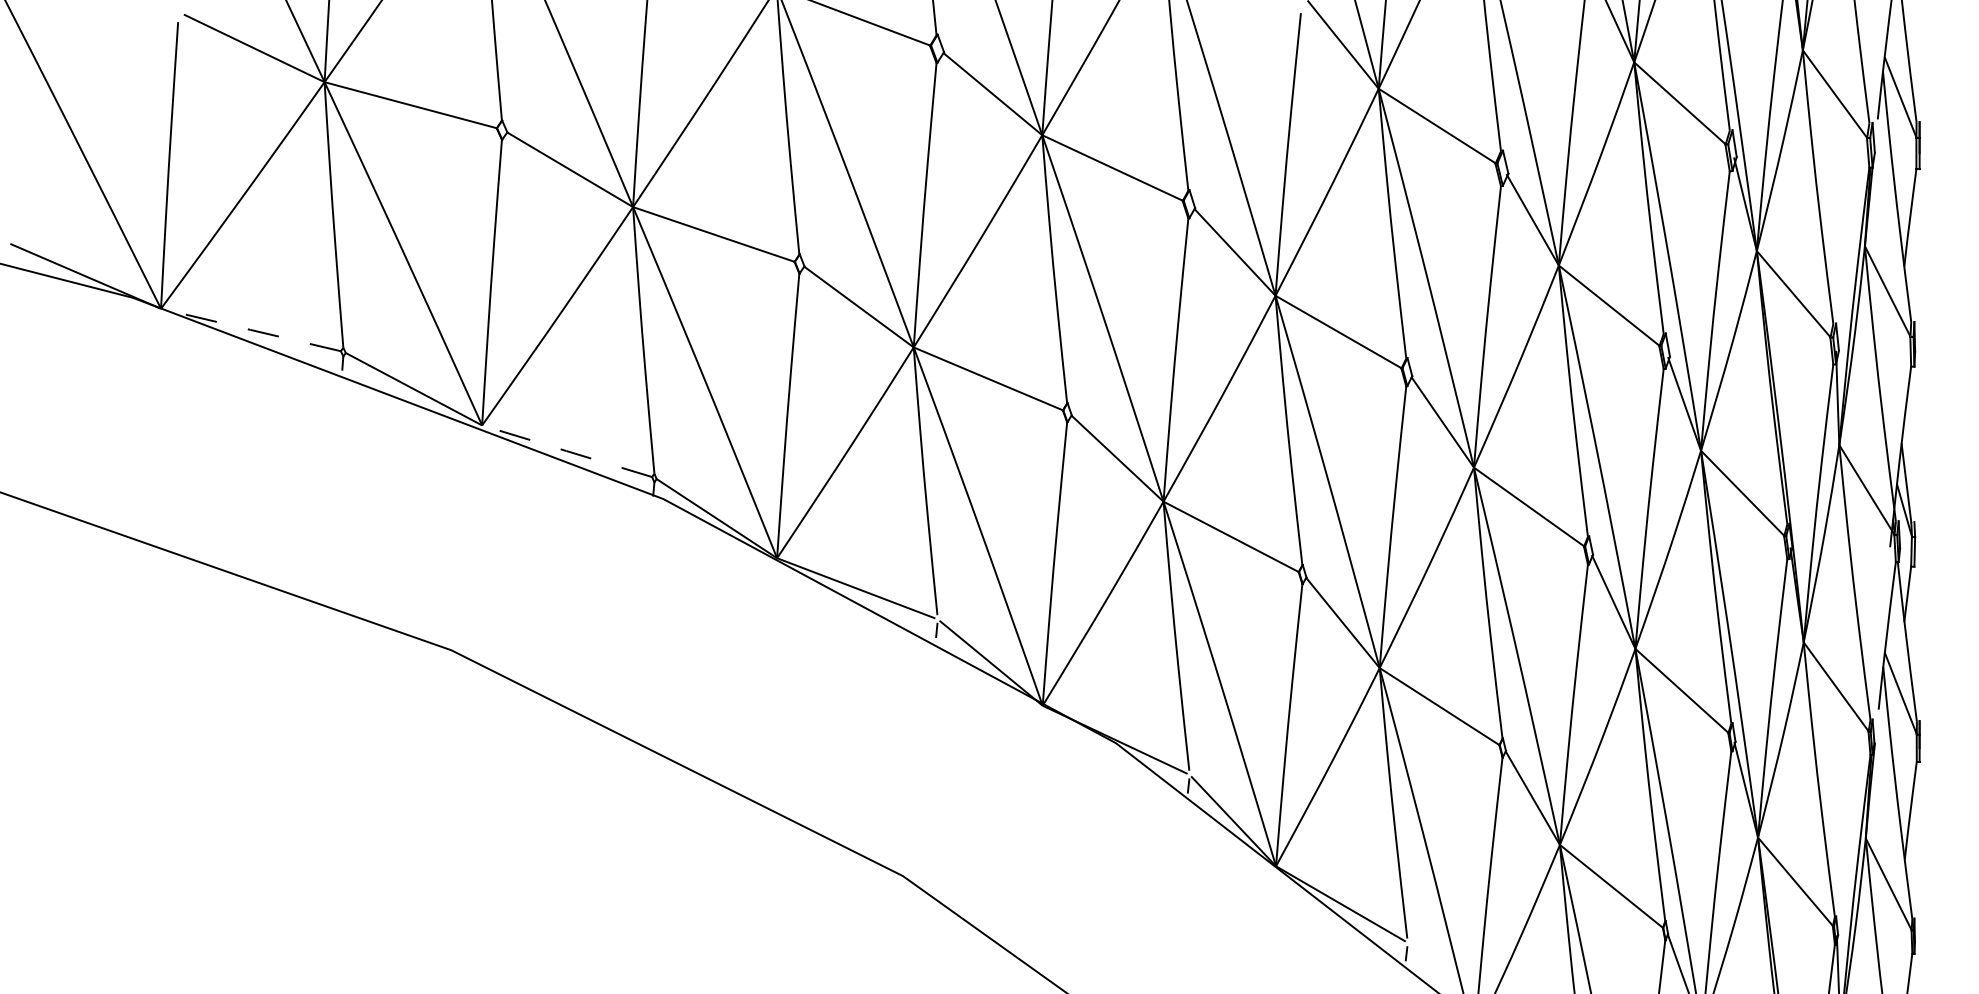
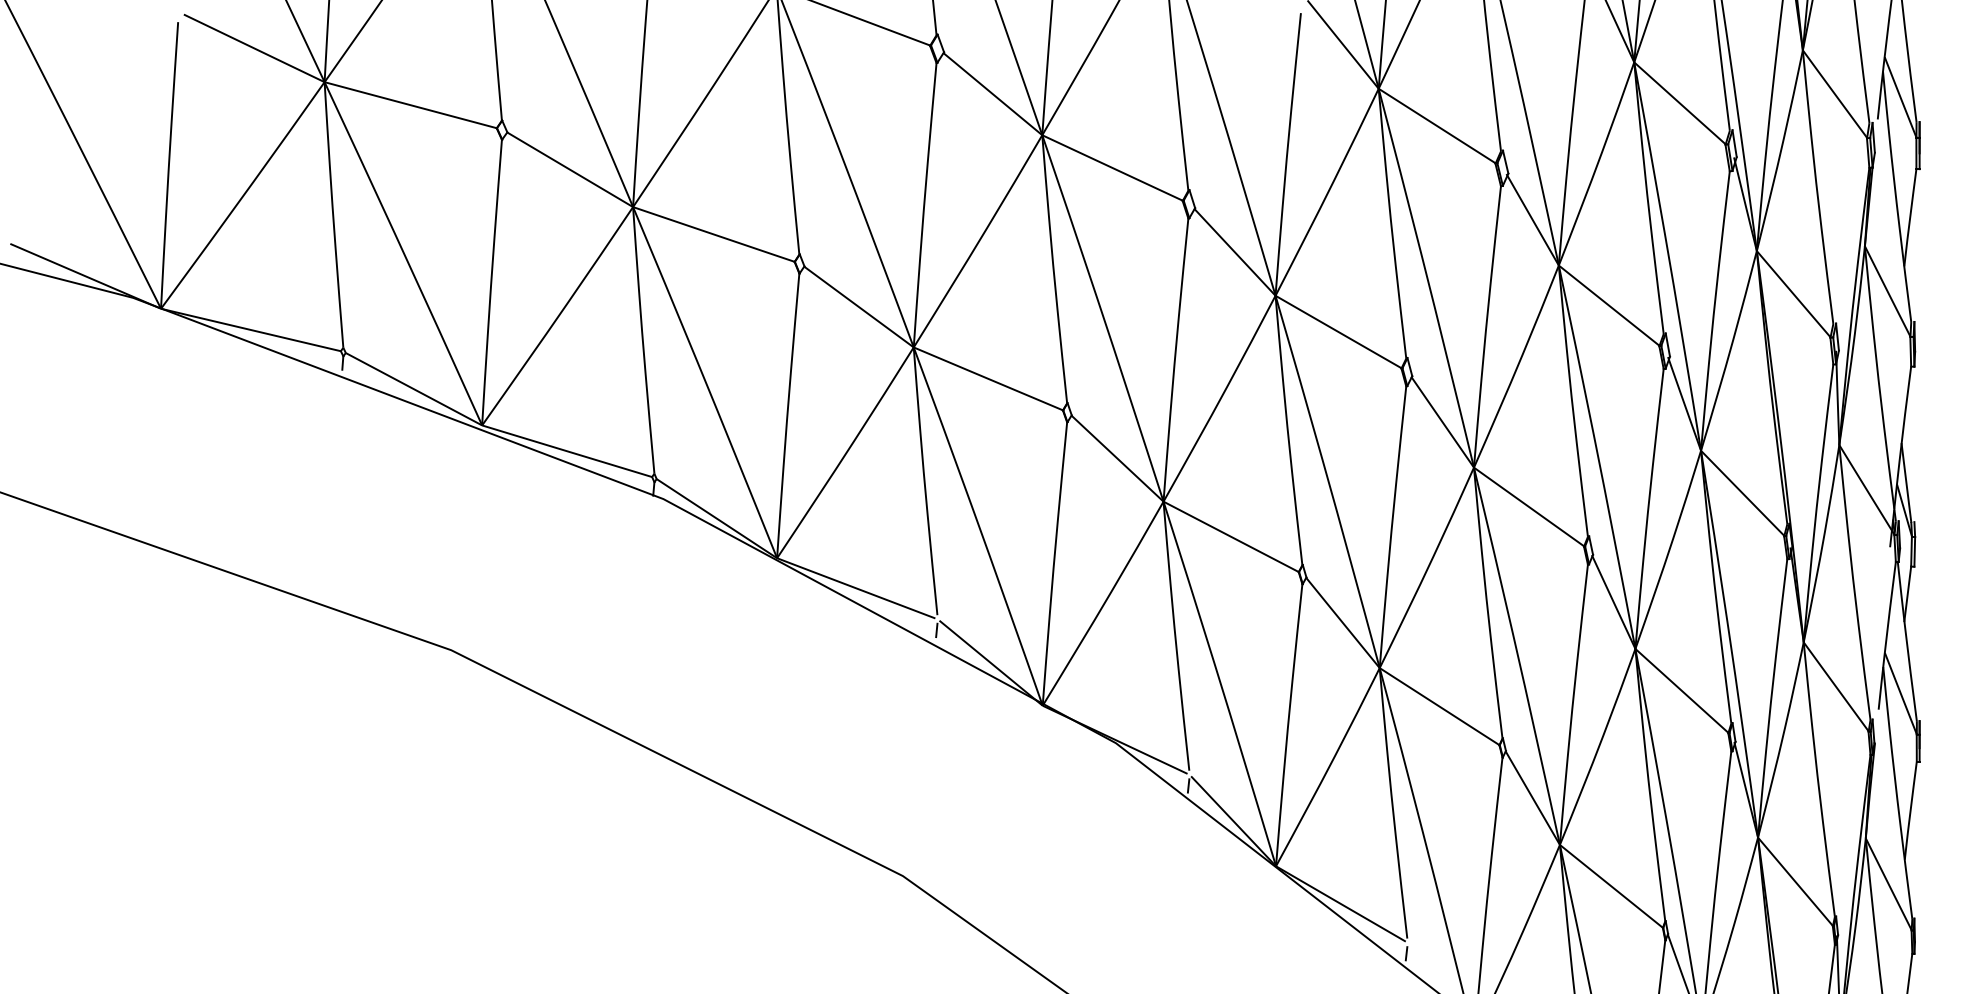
line at (251, 330): dashed -> solid
line at (566, 451): dashed -> solid
